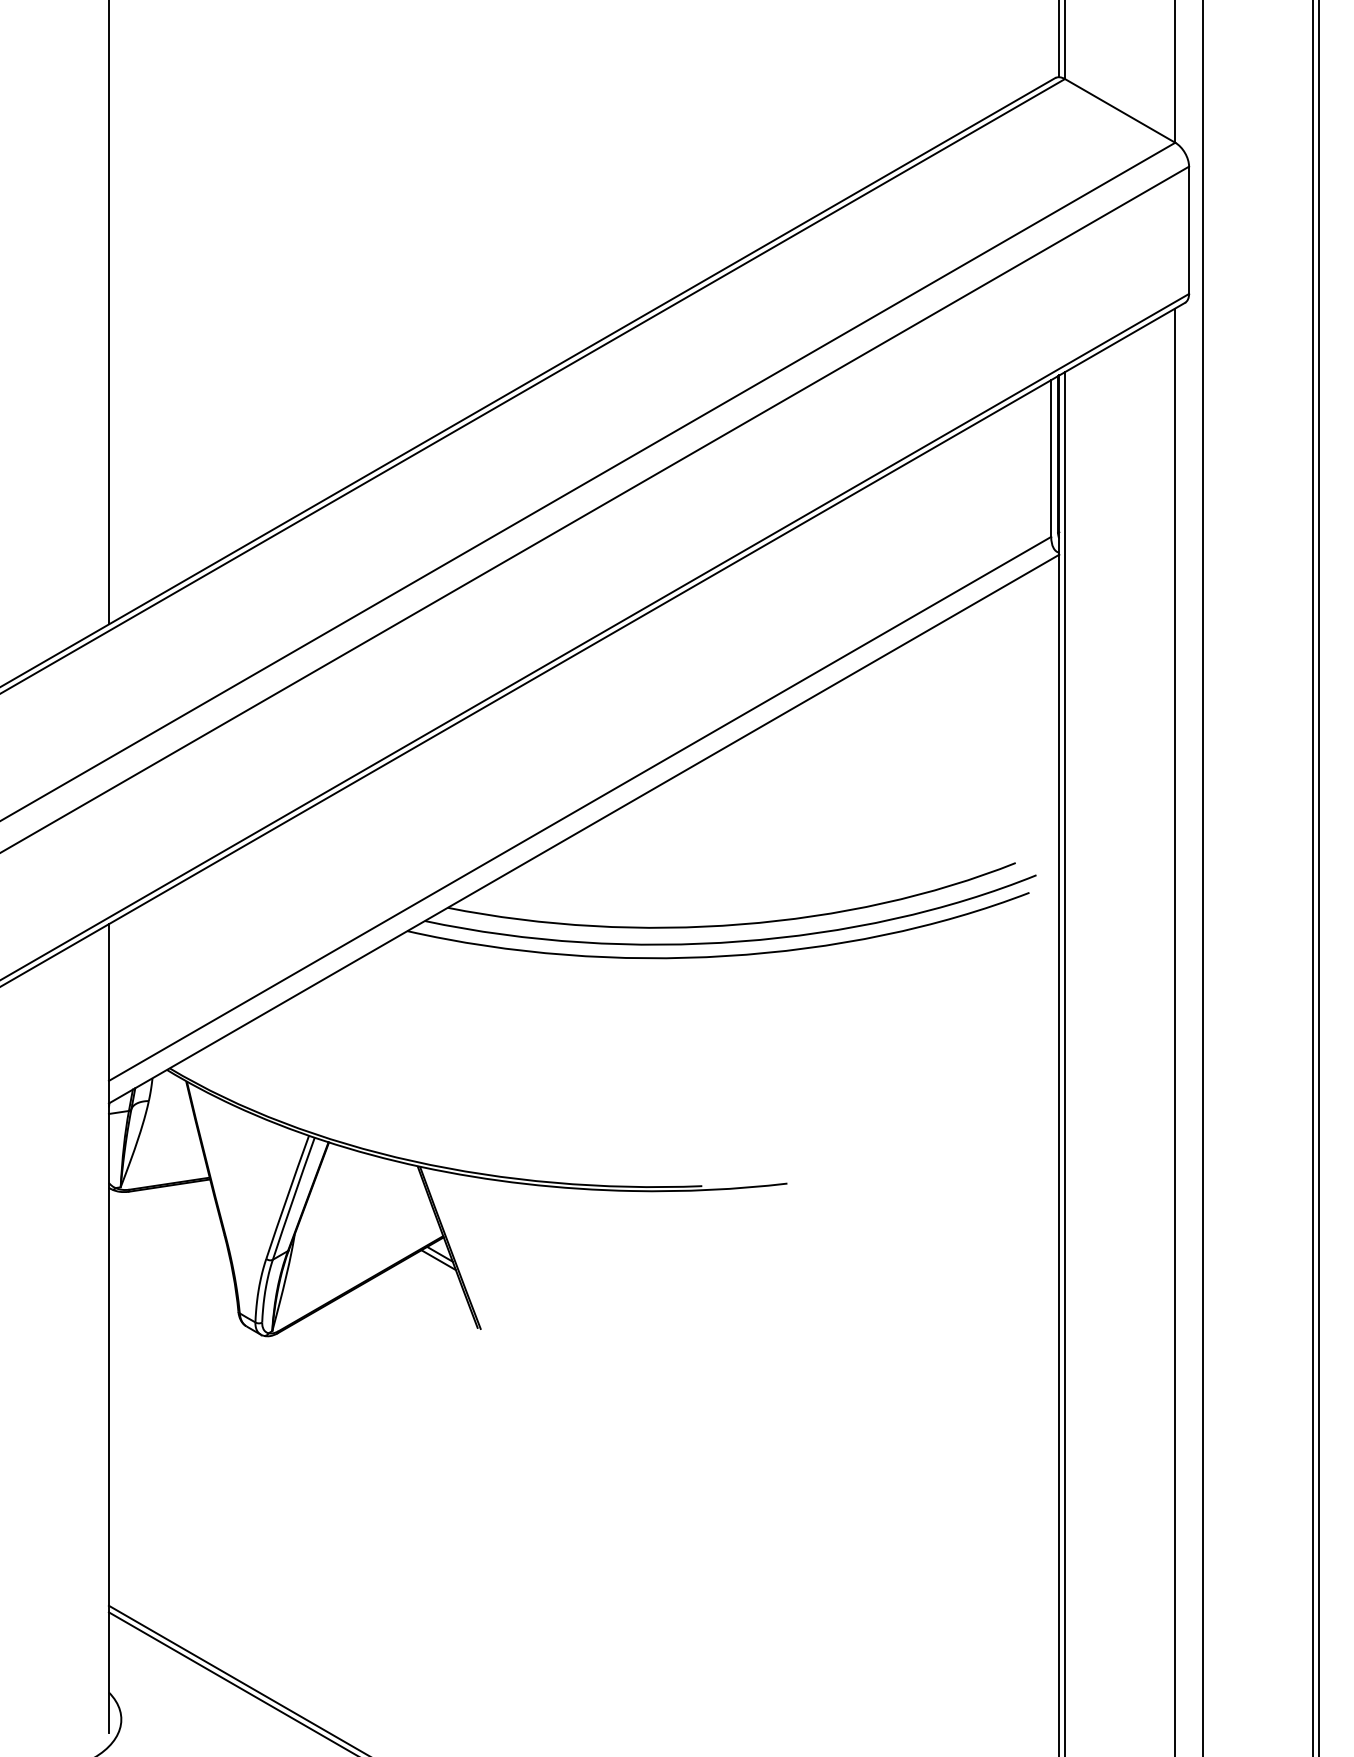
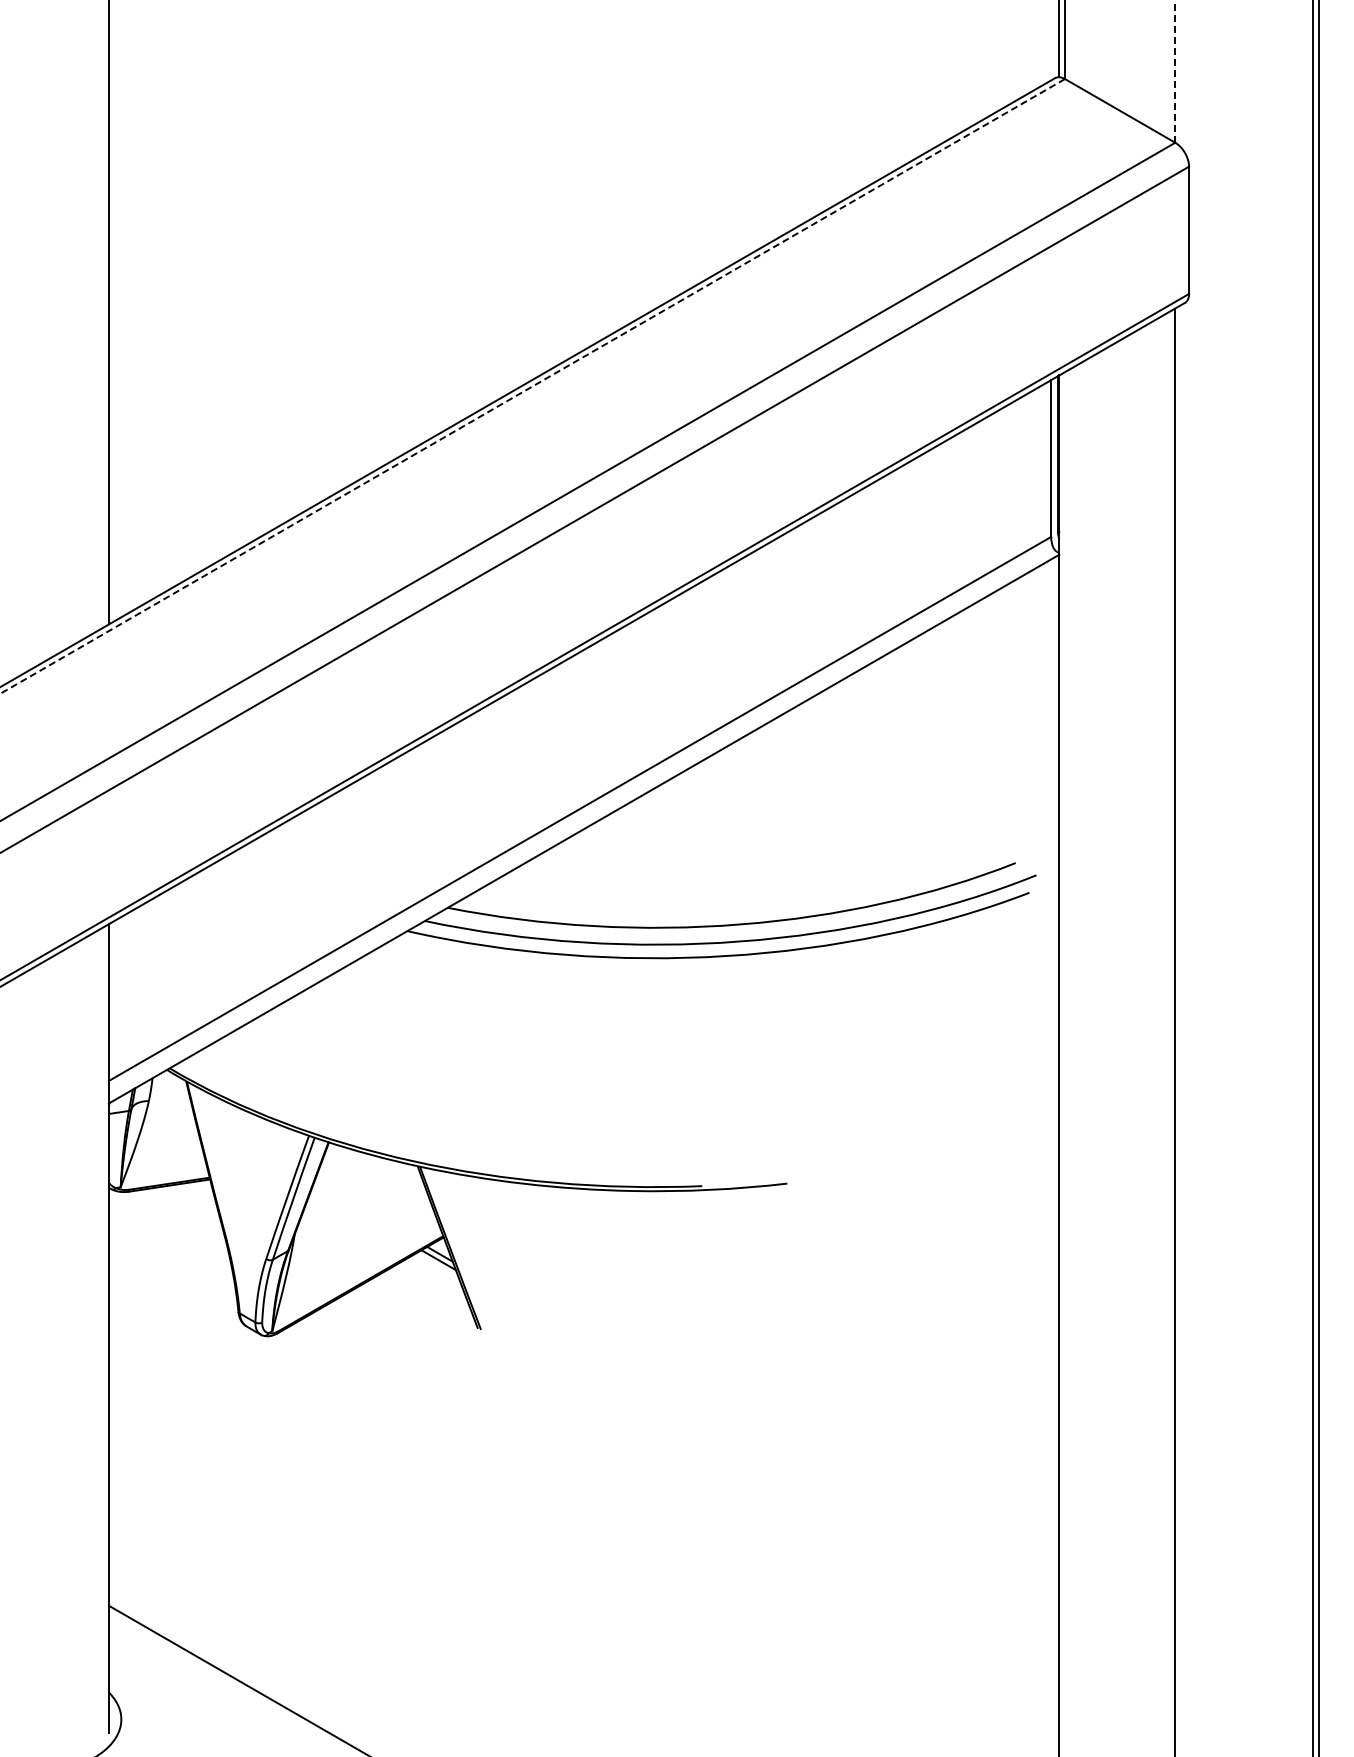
line at (1175, 71): solid -> dashed
line at (532, 386): solid -> dashed
line at (1202, 877): present -> none
line at (1065, 1062): present -> none
line at (231, 1682): present -> none
